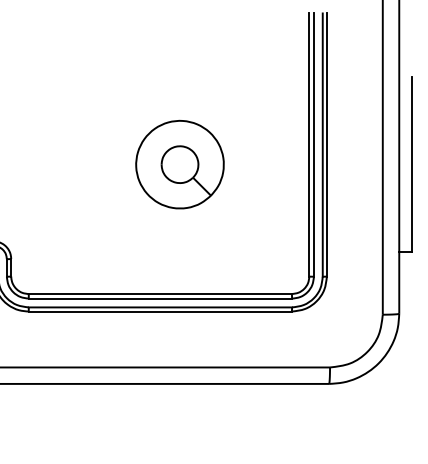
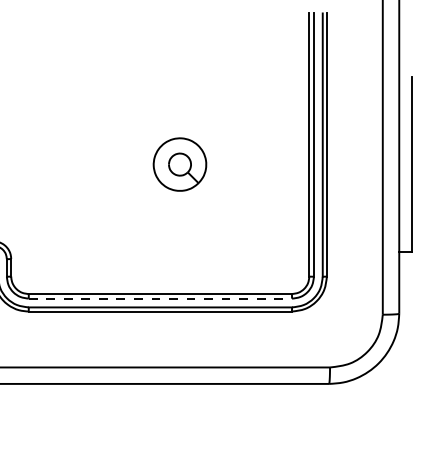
part at (179, 164) size: 90x91 px -> 56x55 px
line at (160, 298): solid -> dashed
